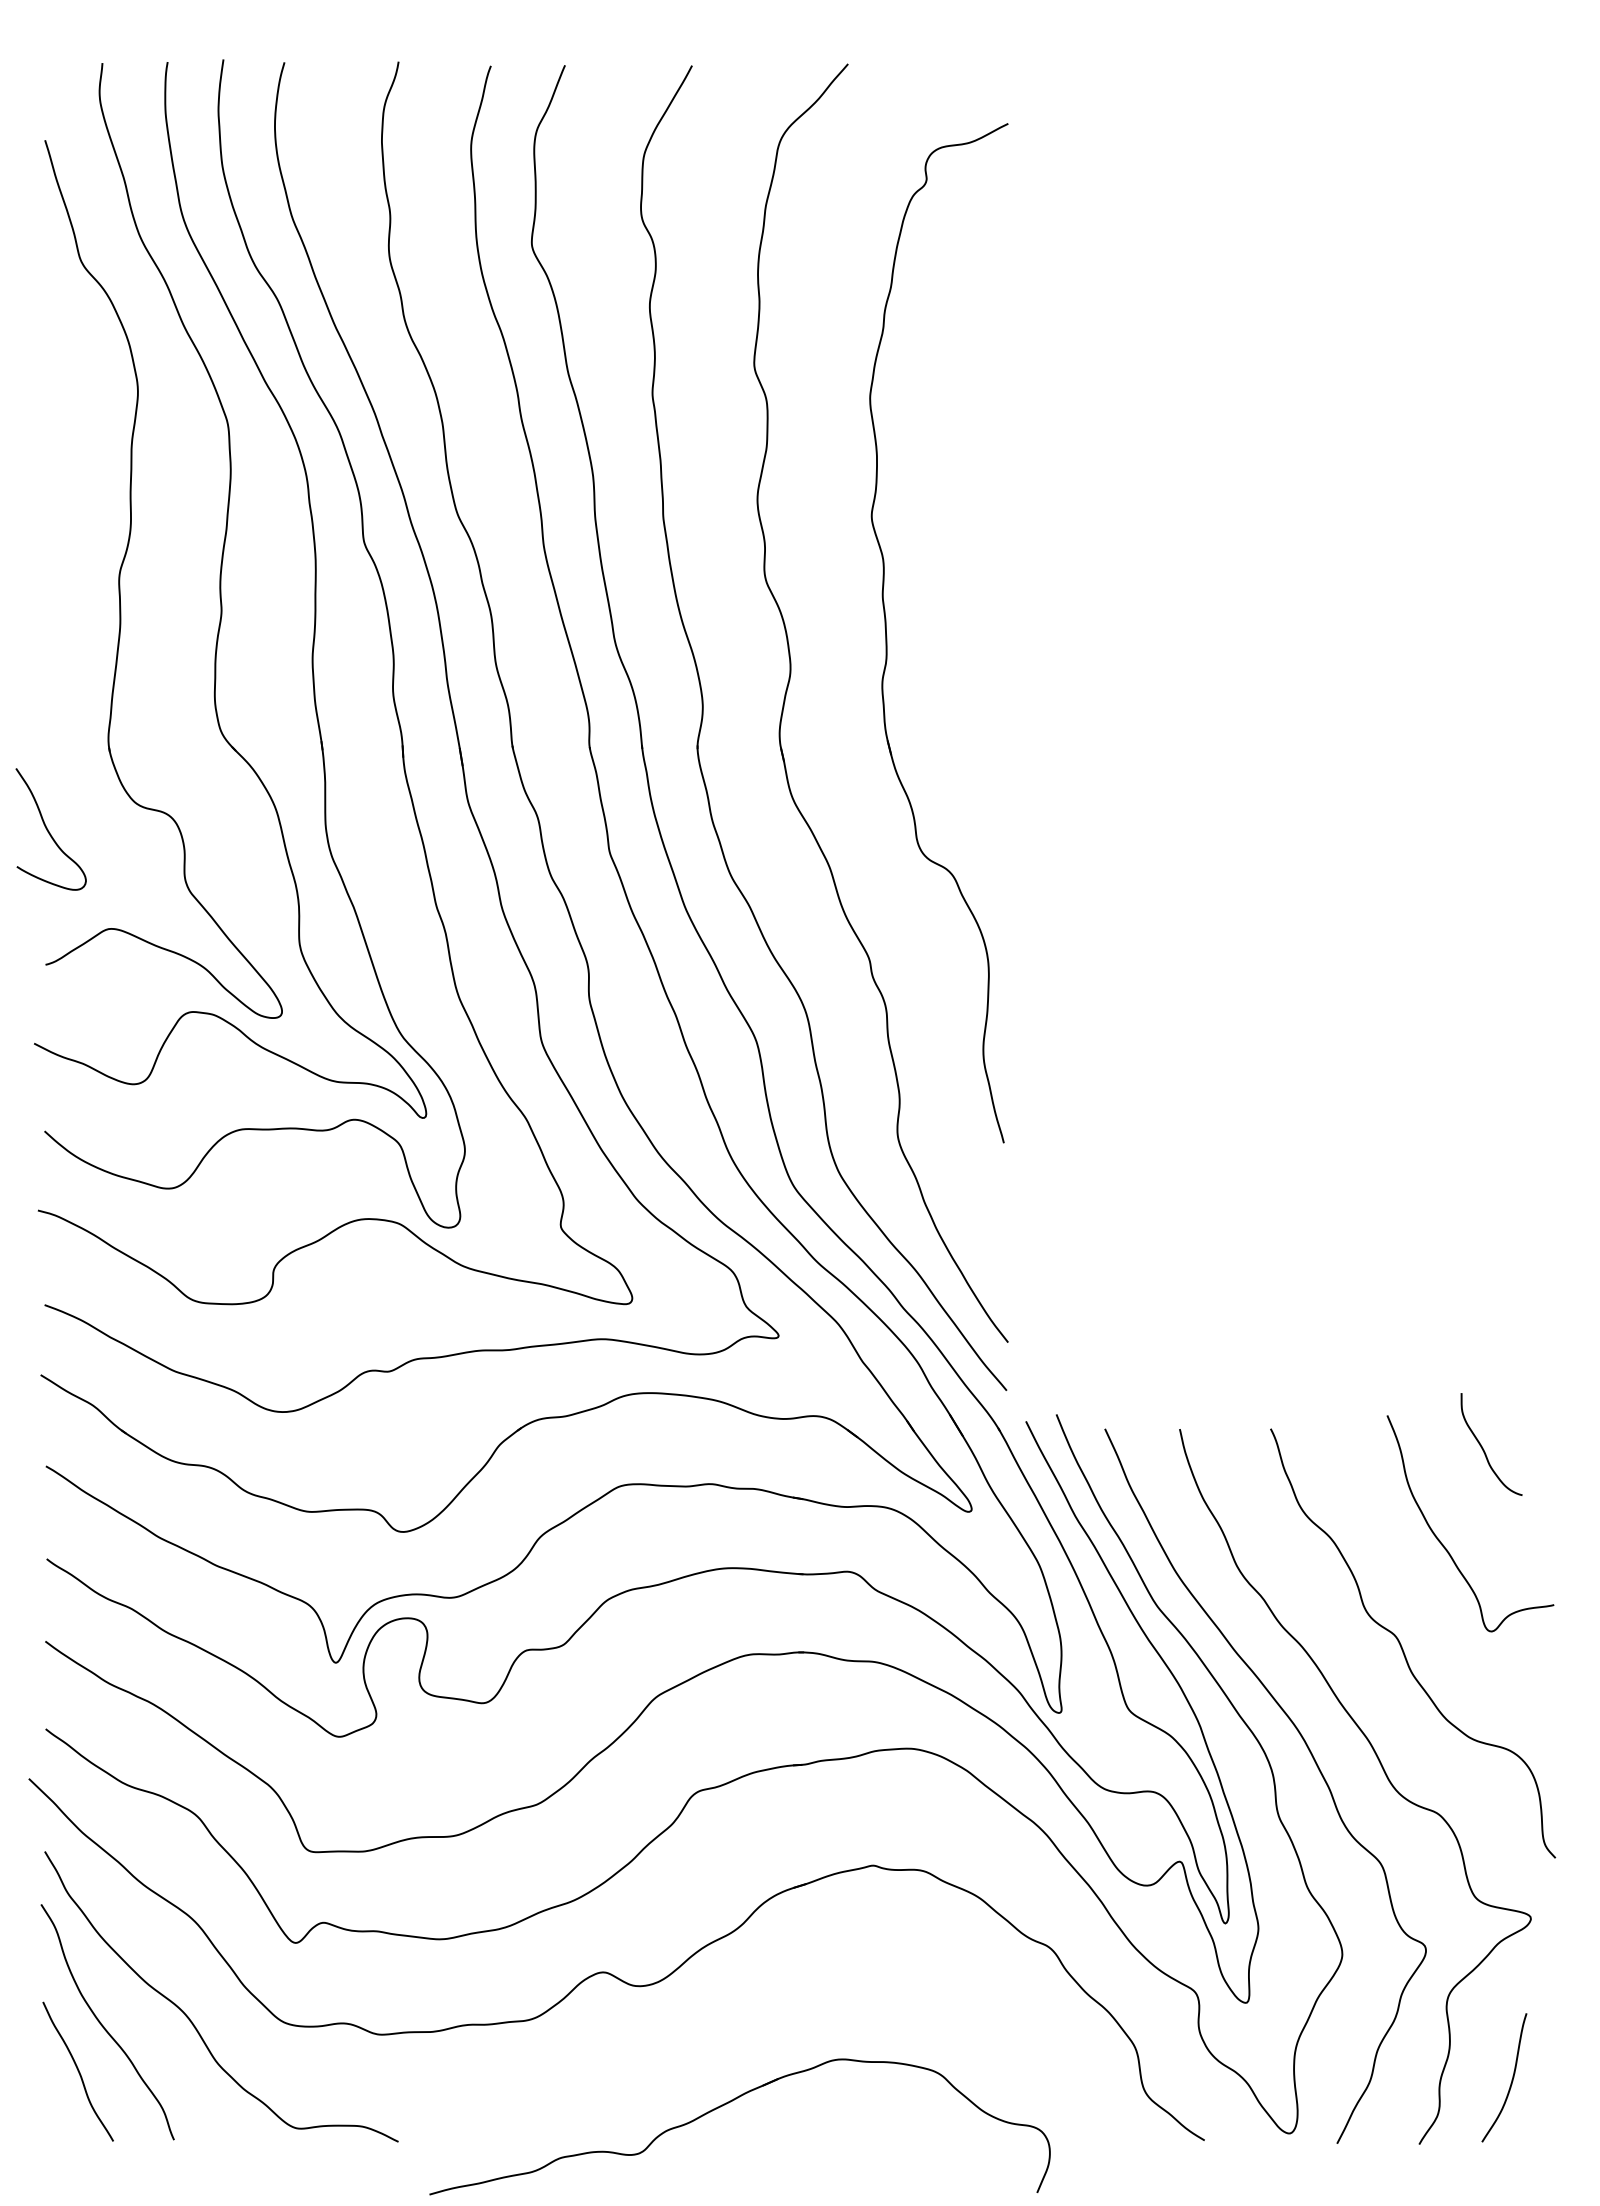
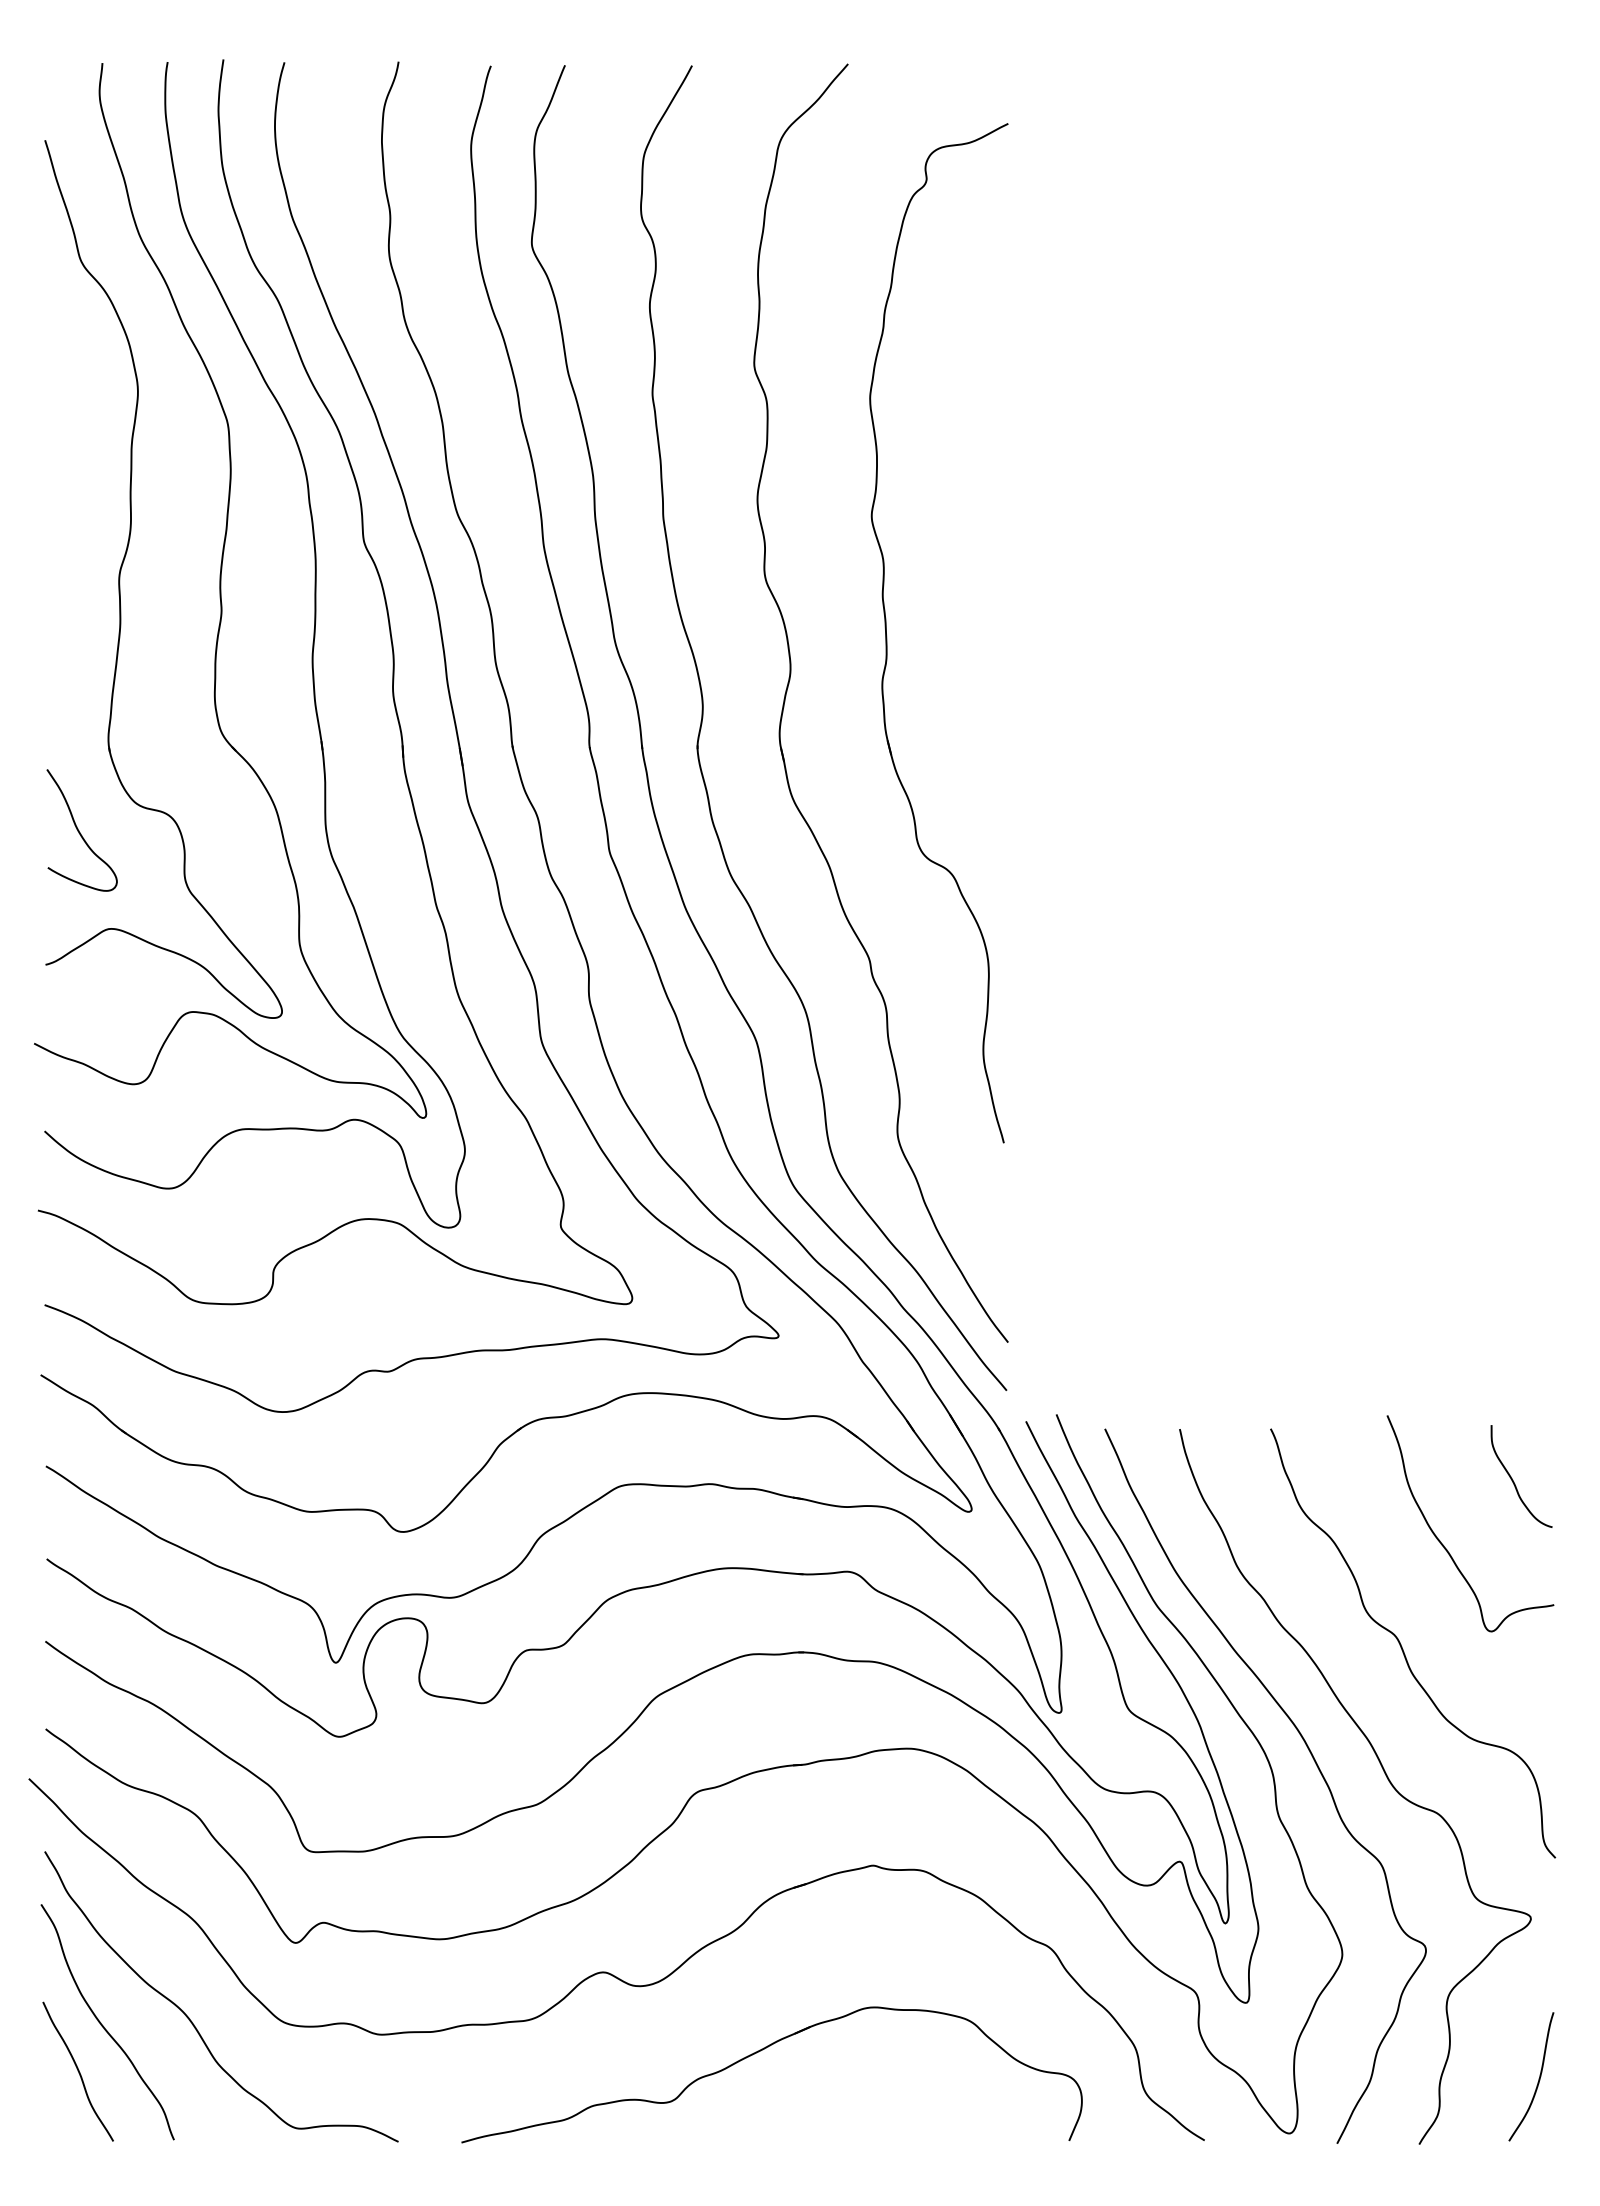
curve at (48, 829) position: (48, 829) -> (79, 830)
curve at (1484, 1449) position: (1484, 1449) -> (1514, 1481)
curve at (1511, 2079) position: (1511, 2079) -> (1538, 2078)
part at (728, 2103) position: (728, 2103) -> (760, 2051)
